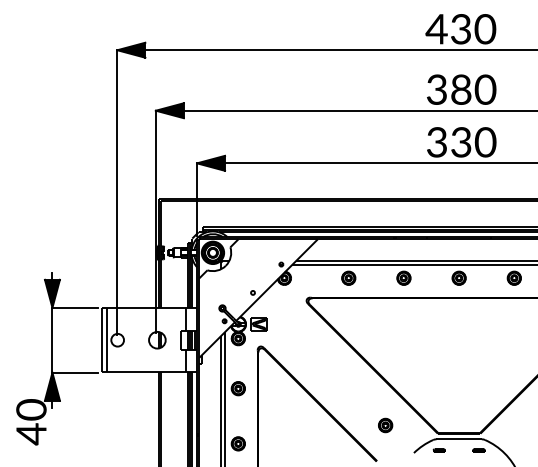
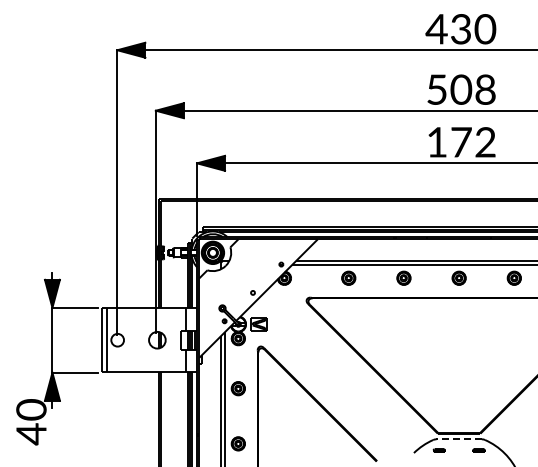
text at (461, 89): 380 -> 508
text at (461, 142): 330 -> 172
part at (385, 425): present -> none
line at (459, 439): solid -> dashed
